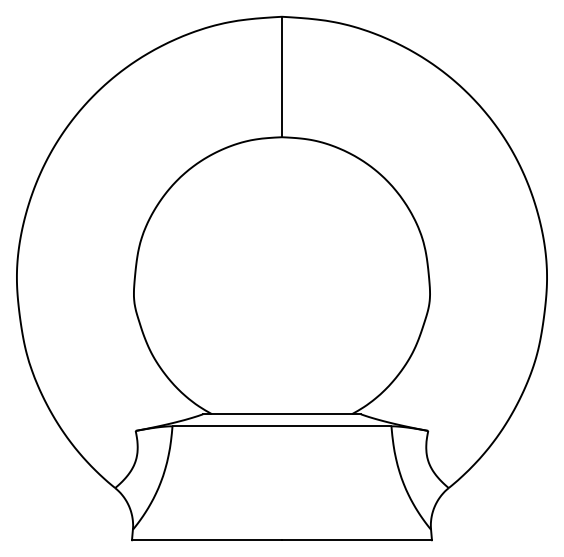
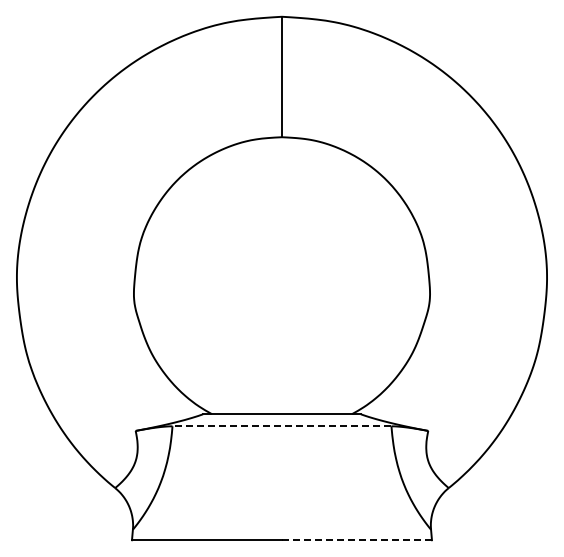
line at (281, 426): solid -> dashed
line at (356, 540): solid -> dashed
